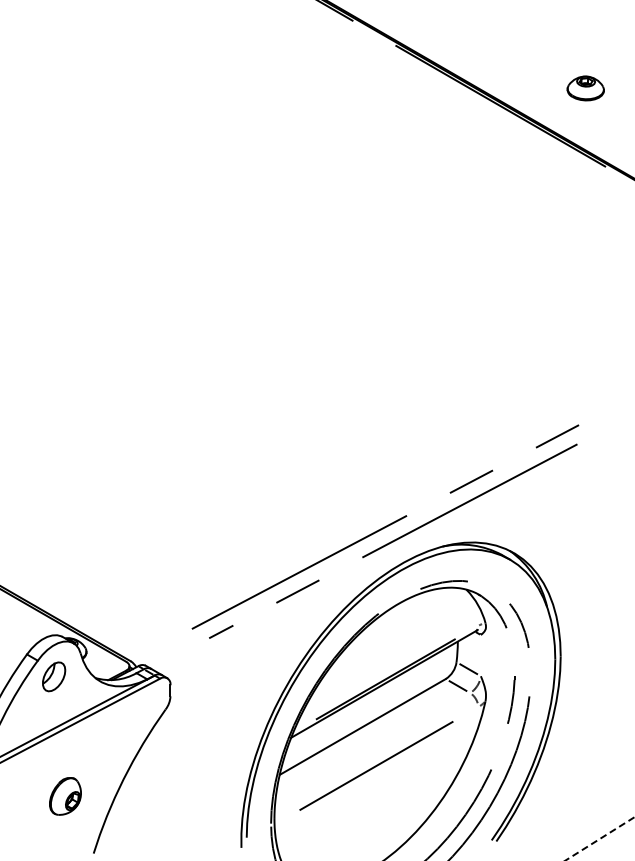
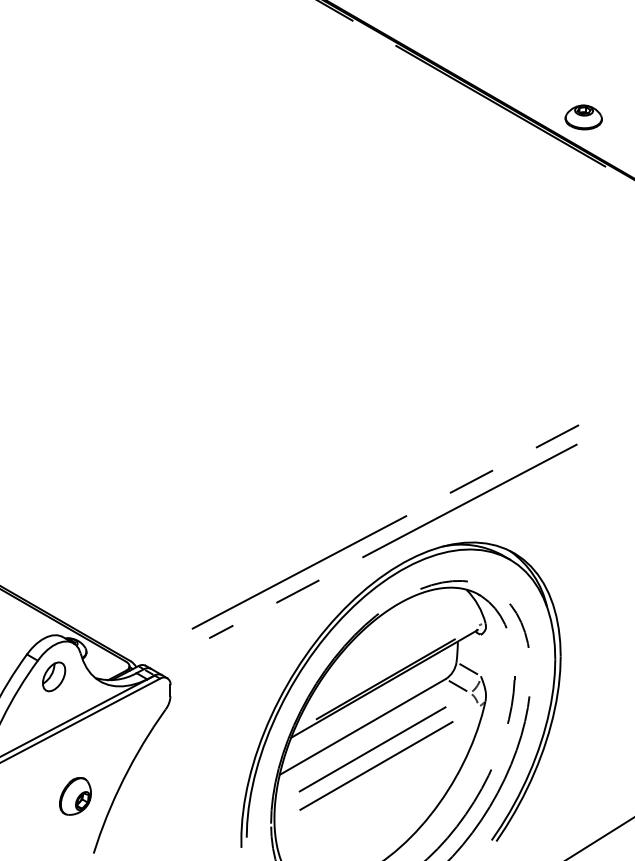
part at (585, 88) position: (585, 88) -> (583, 117)
line at (372, 748): none -> present
part at (65, 796) position: (65, 796) -> (75, 796)
line at (600, 838): dashed -> solid
